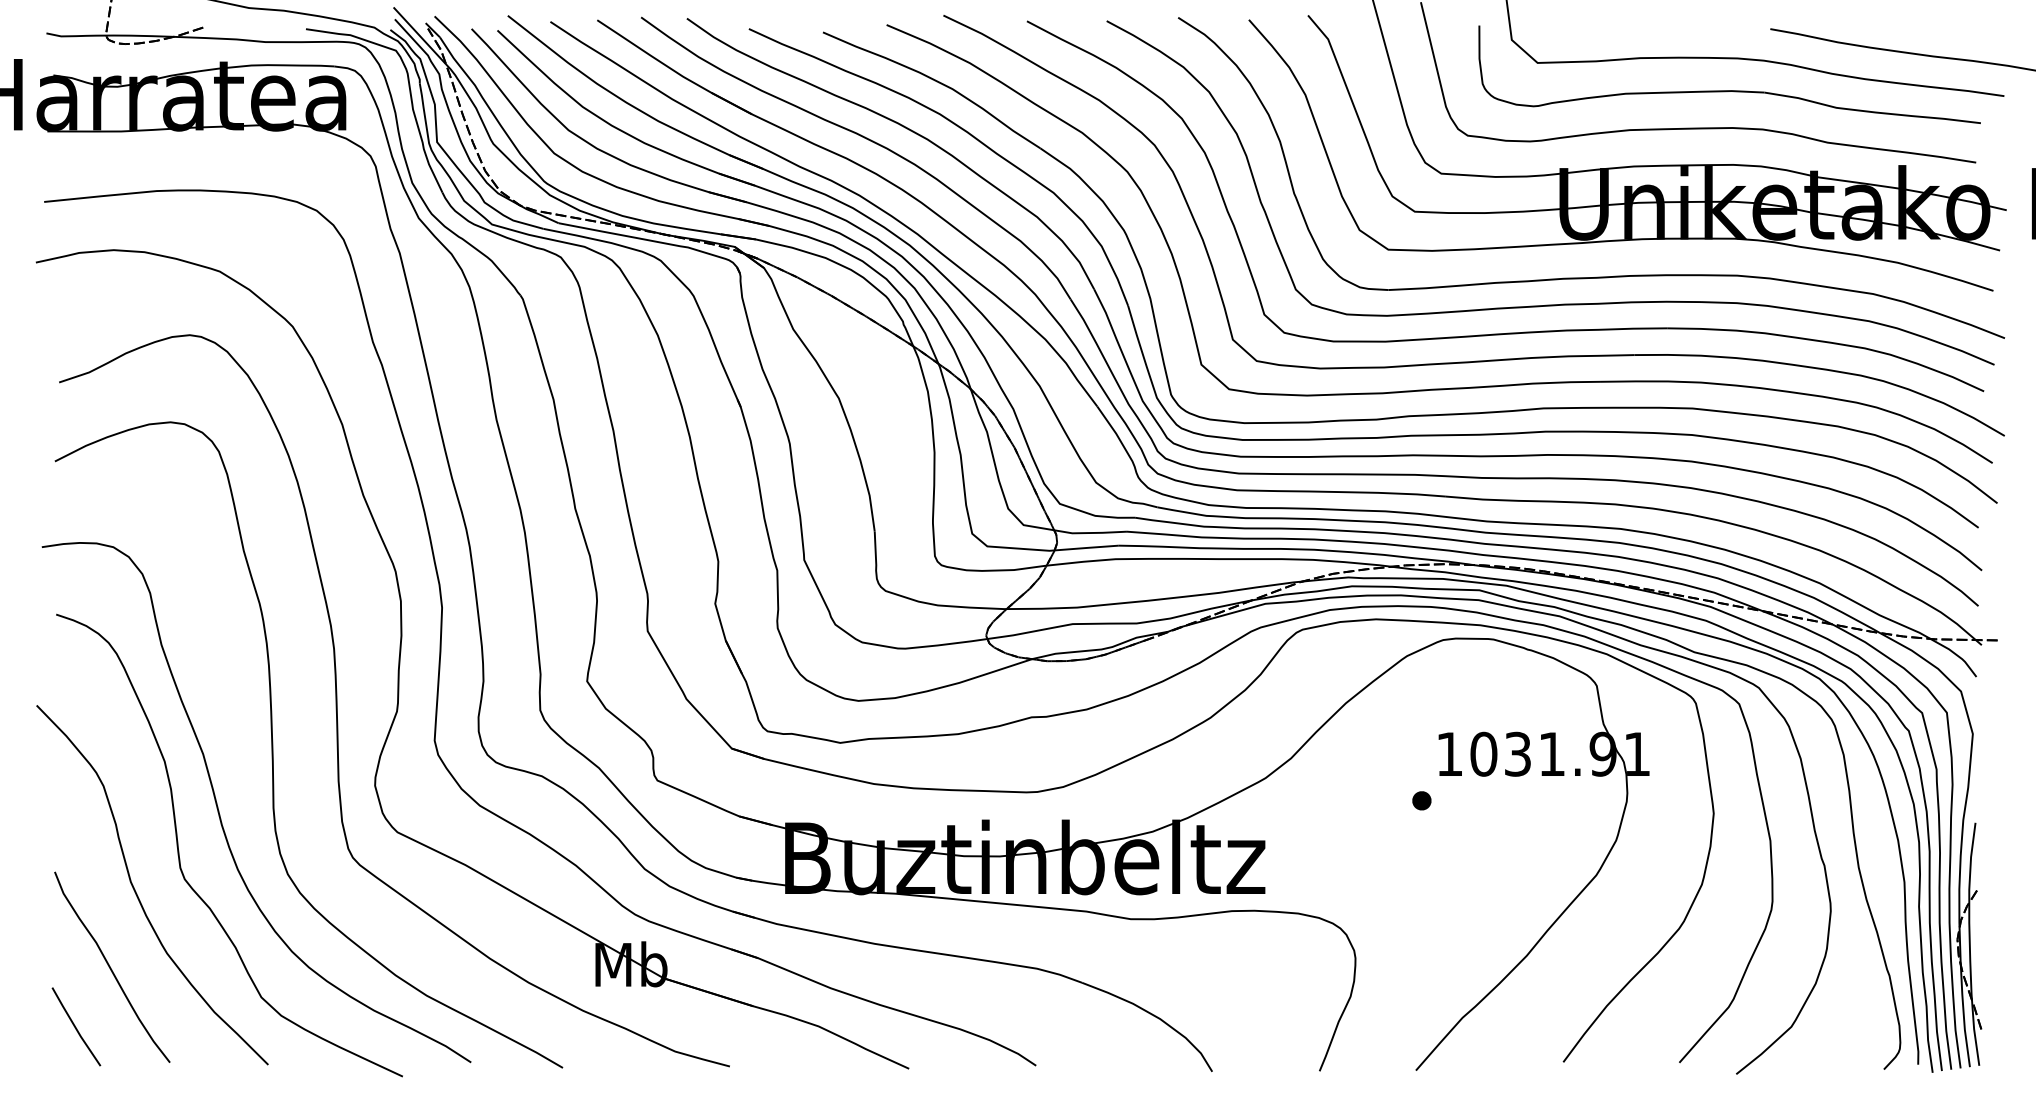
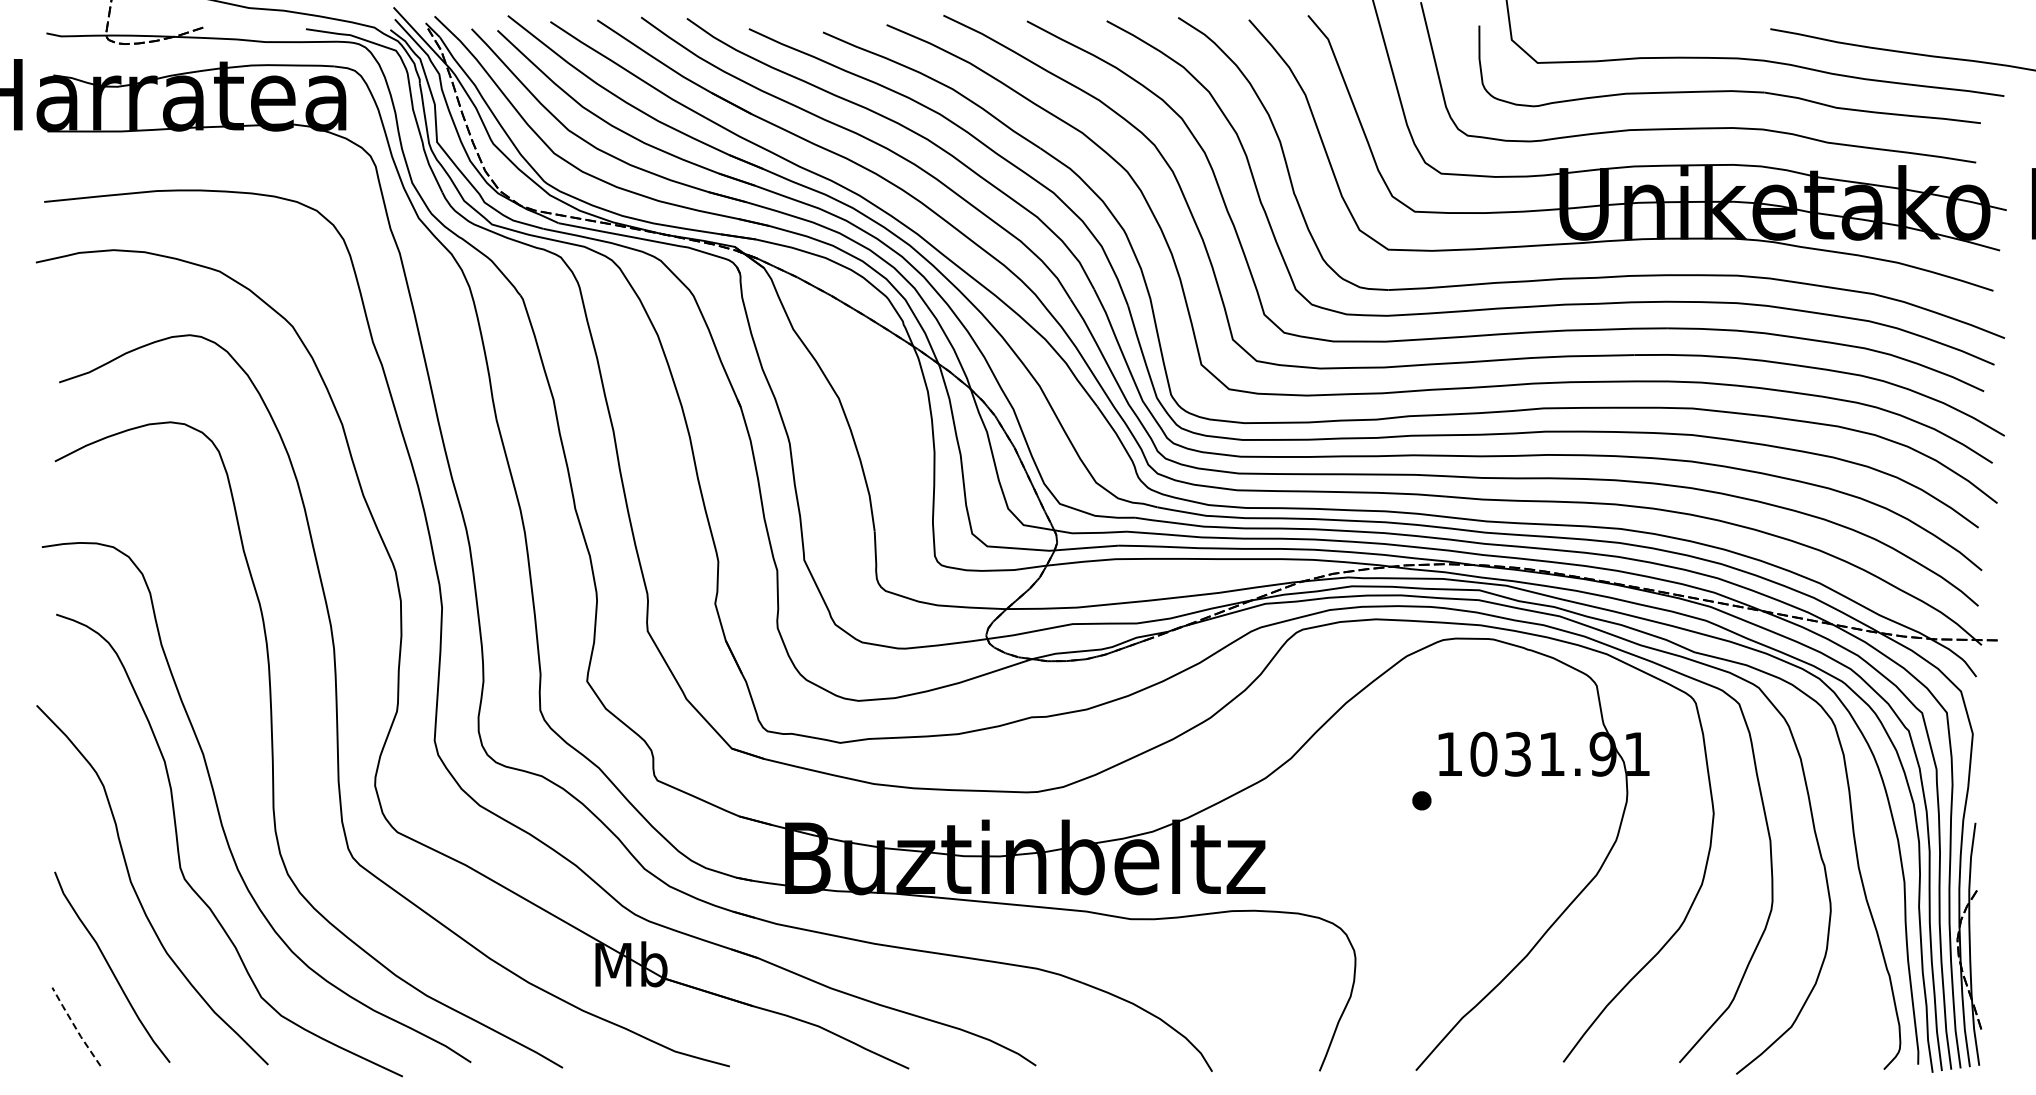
line at (75, 1027): solid -> dashed
